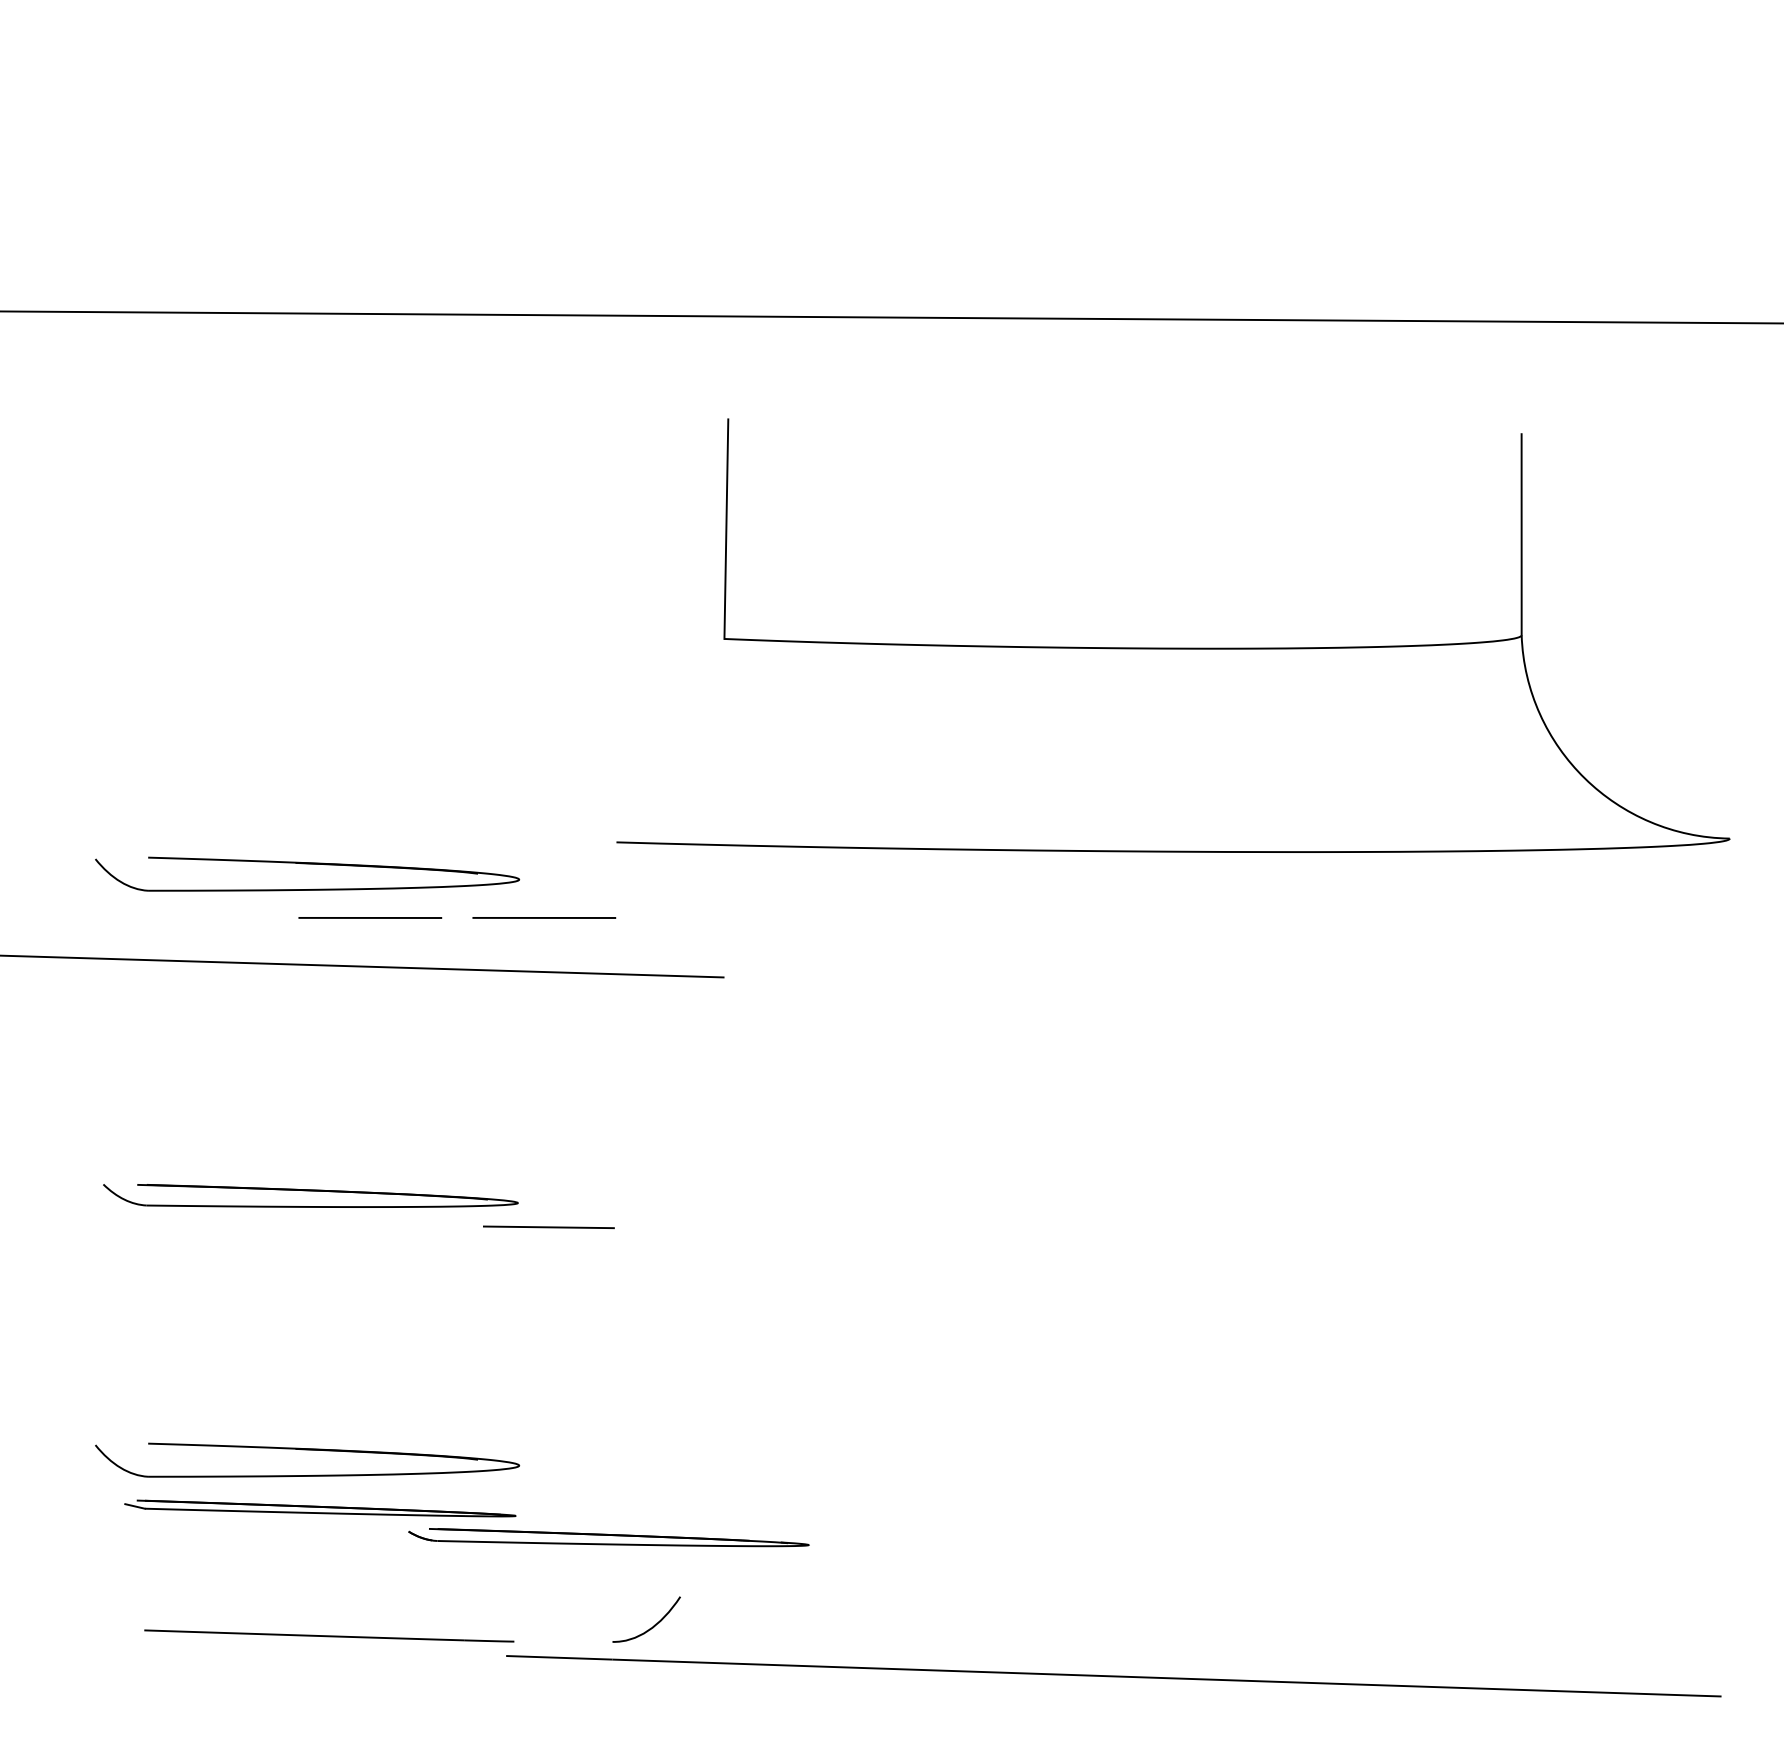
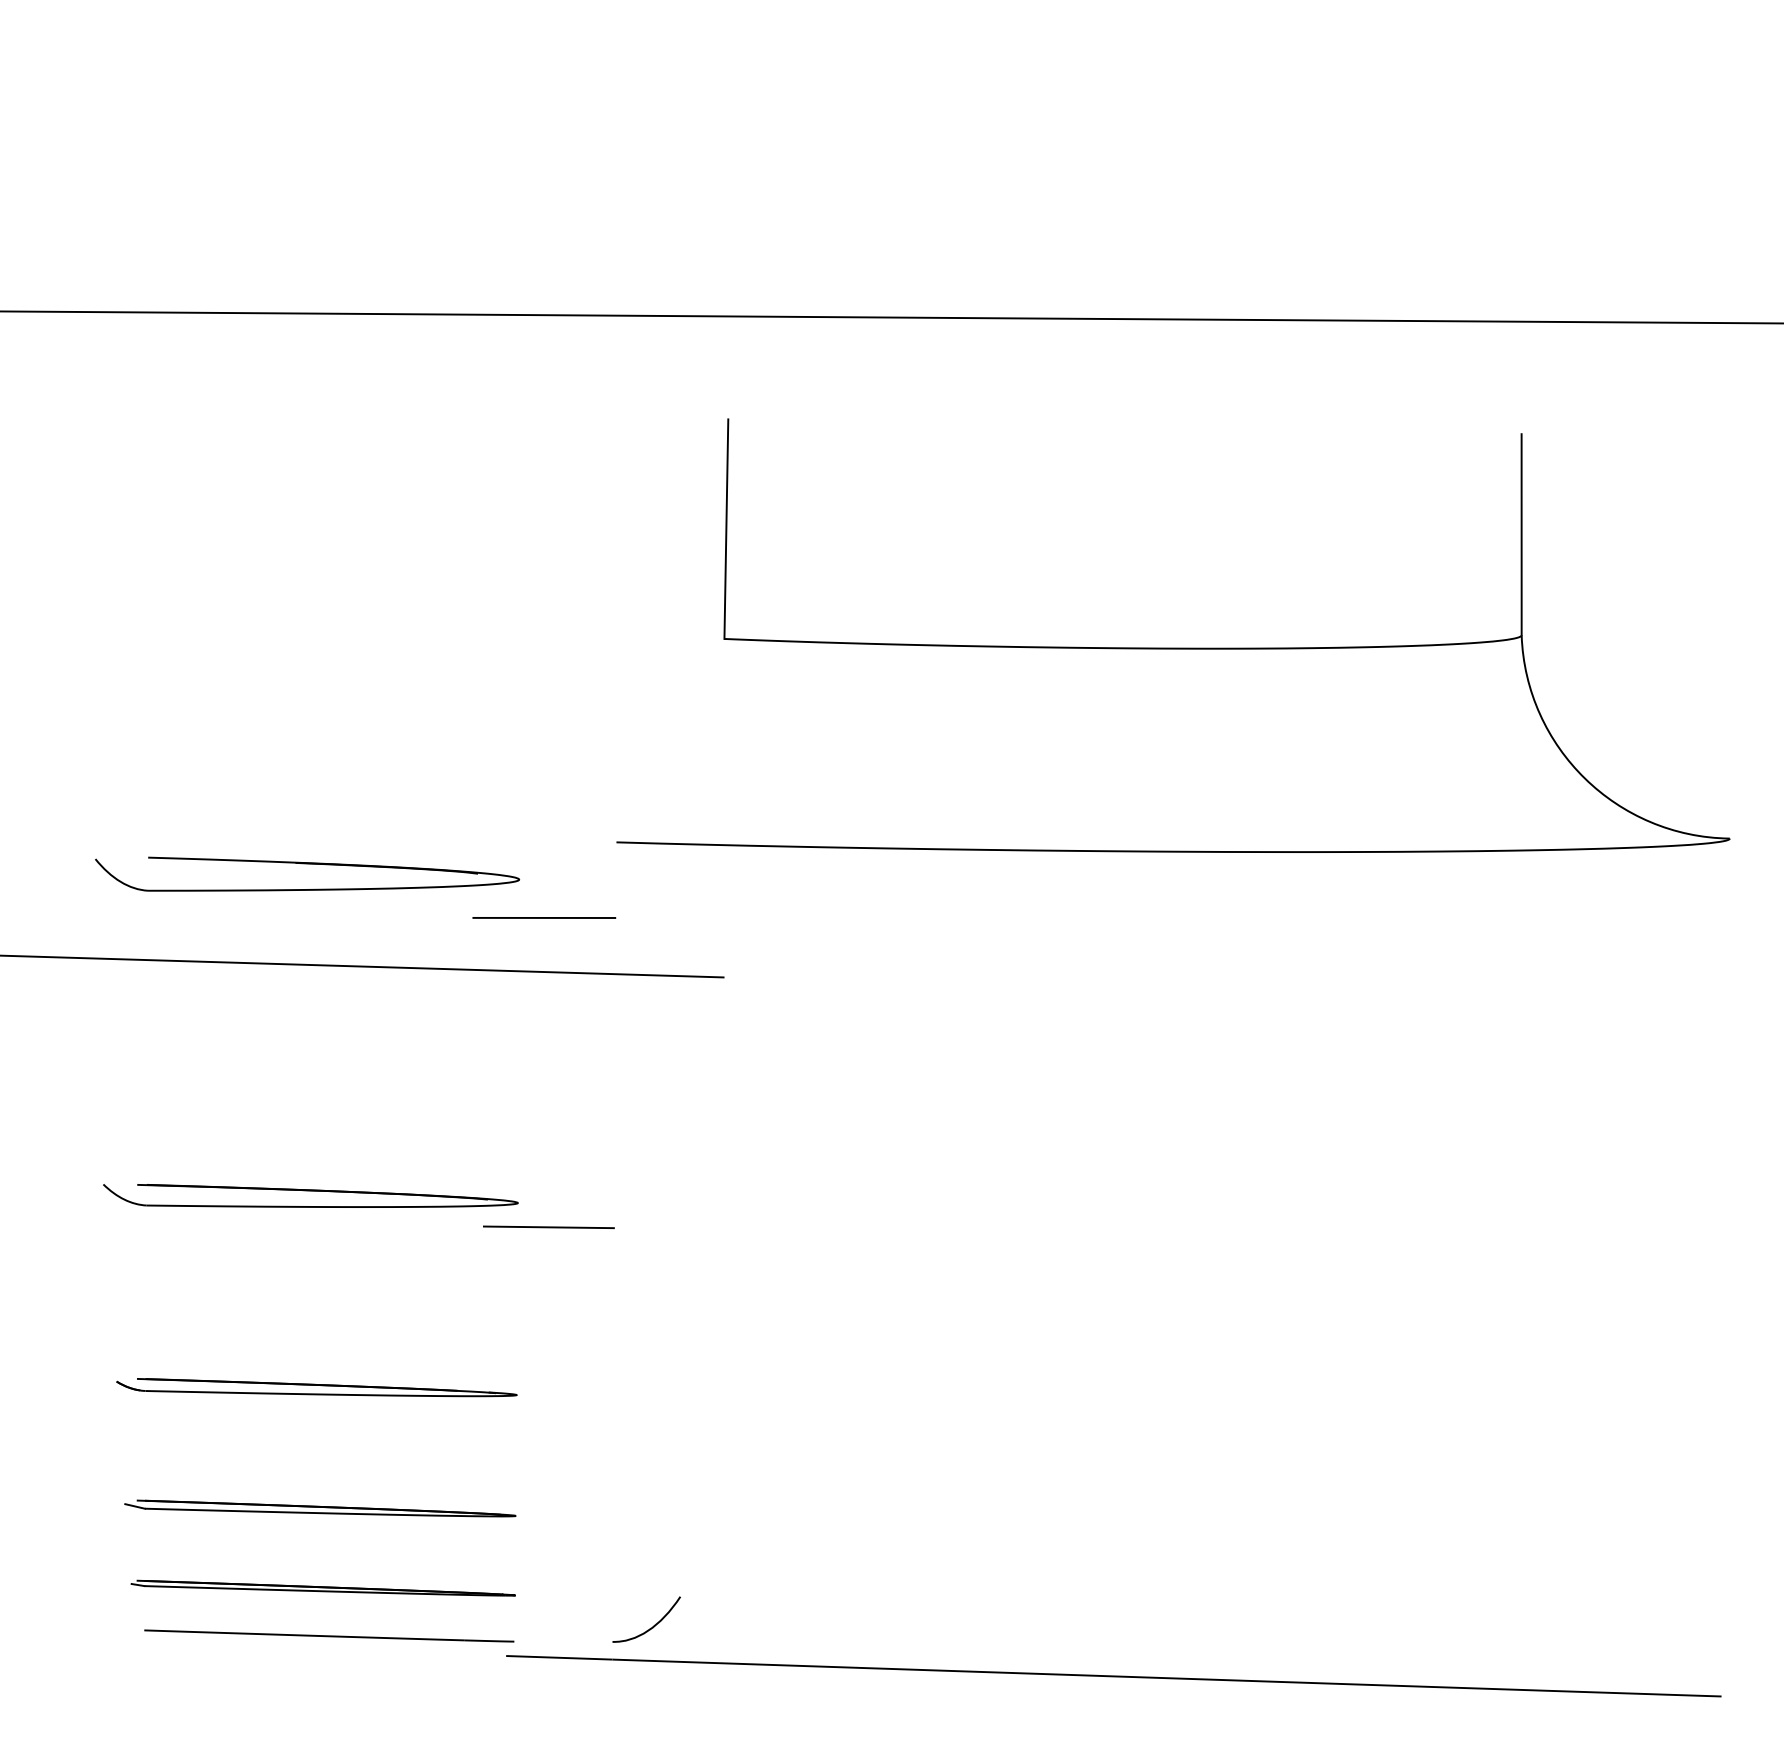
line at (370, 917): present -> none
part at (307, 1450): present -> none
part at (608, 1537) position: (608, 1537) -> (316, 1387)
part at (322, 1587): none -> present
